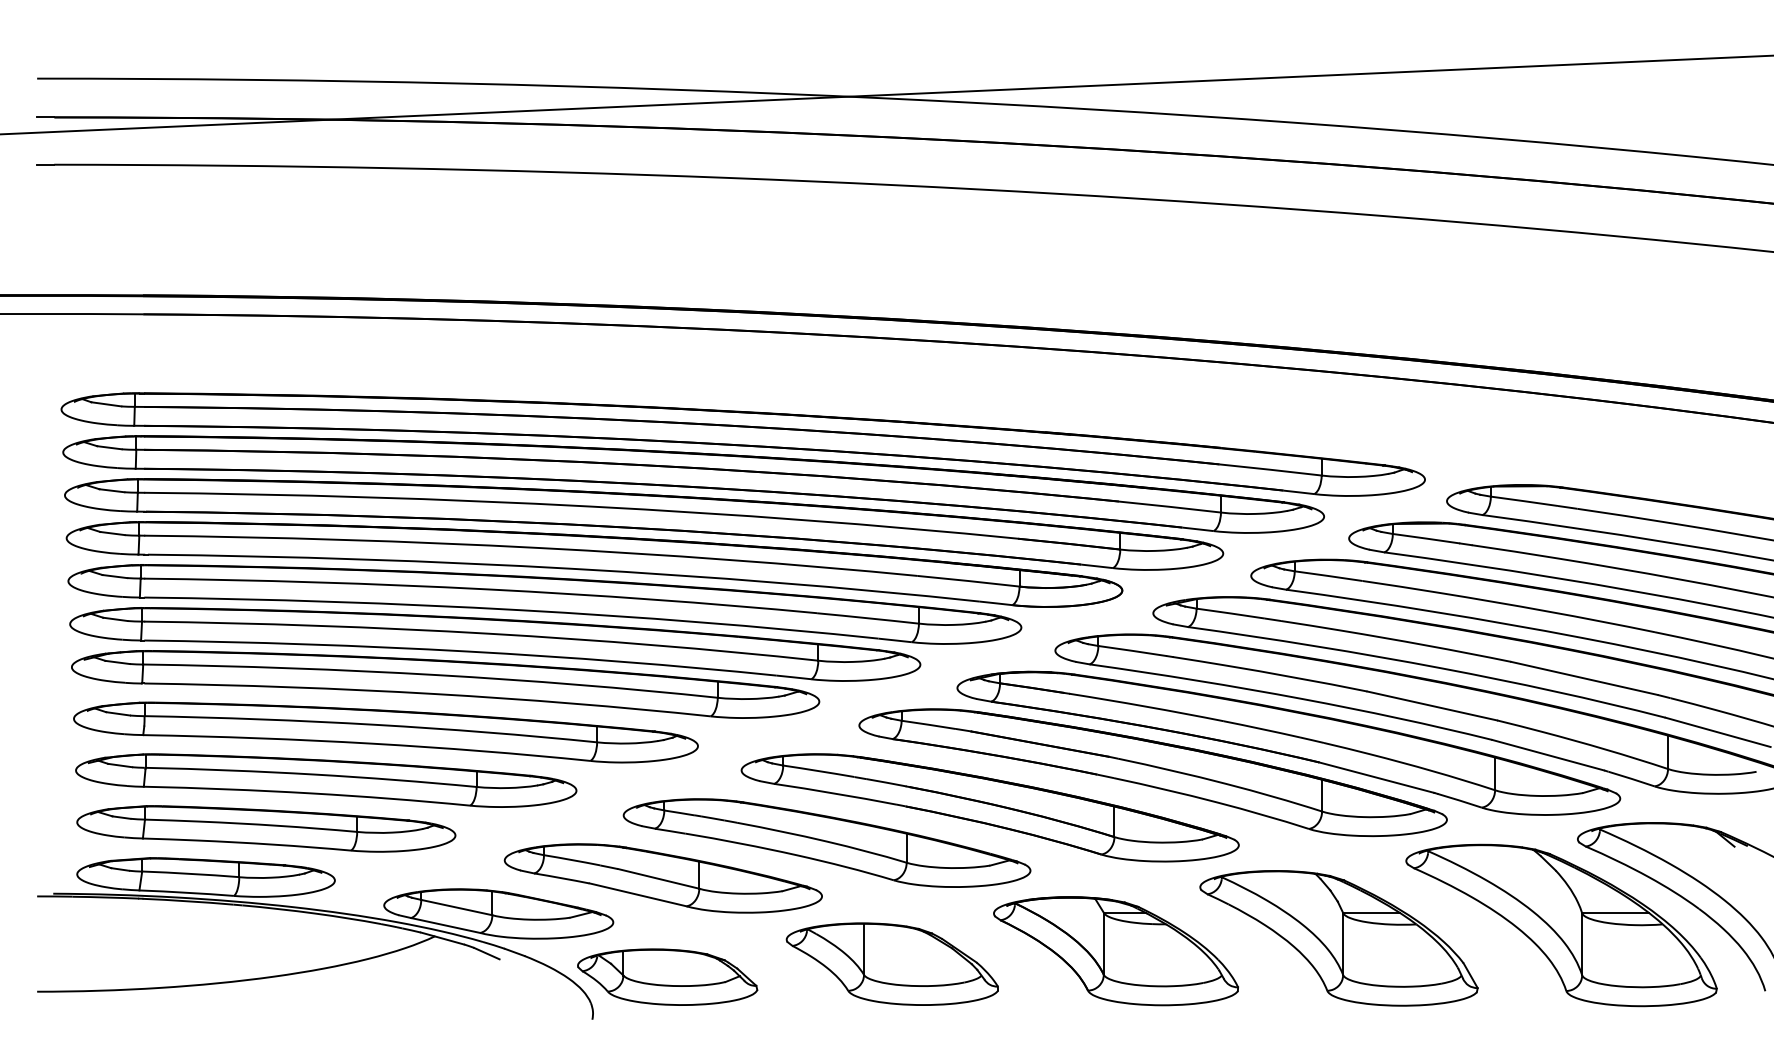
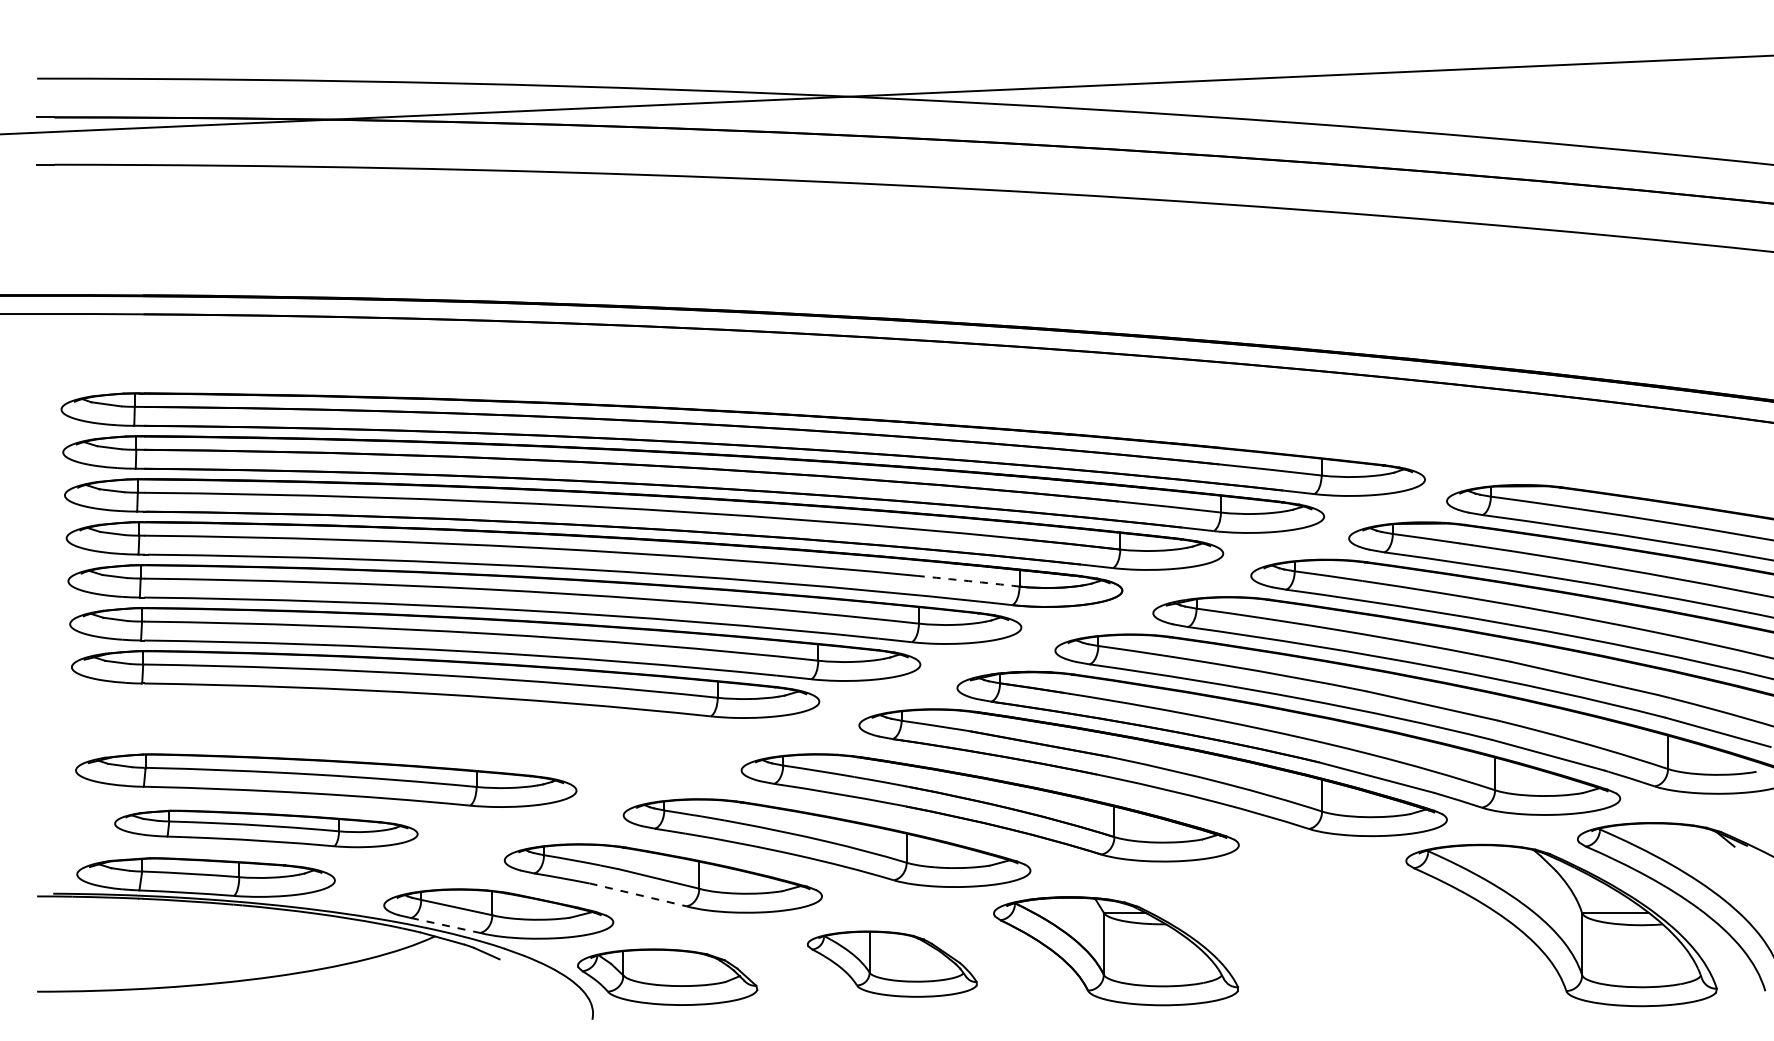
arc at (968, 581): solid -> dashed
part at (385, 732): present -> none
part at (266, 828) size: 381x48 px -> 305x40 px
line at (638, 894): solid -> dashed
line at (446, 925): solid -> dashed
part at (1338, 938): present -> none
part at (891, 963) size: 214x84 px -> 172x68 px
